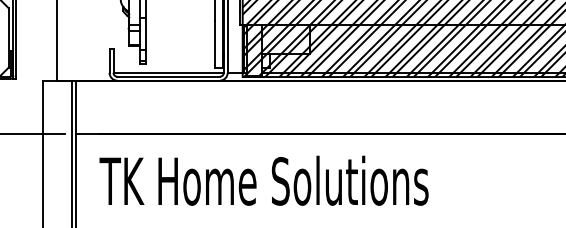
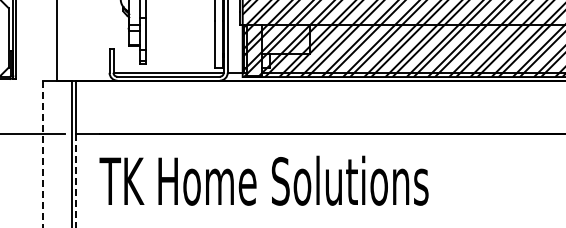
line at (42, 154): solid -> dashed
line at (76, 181): solid -> dashed
